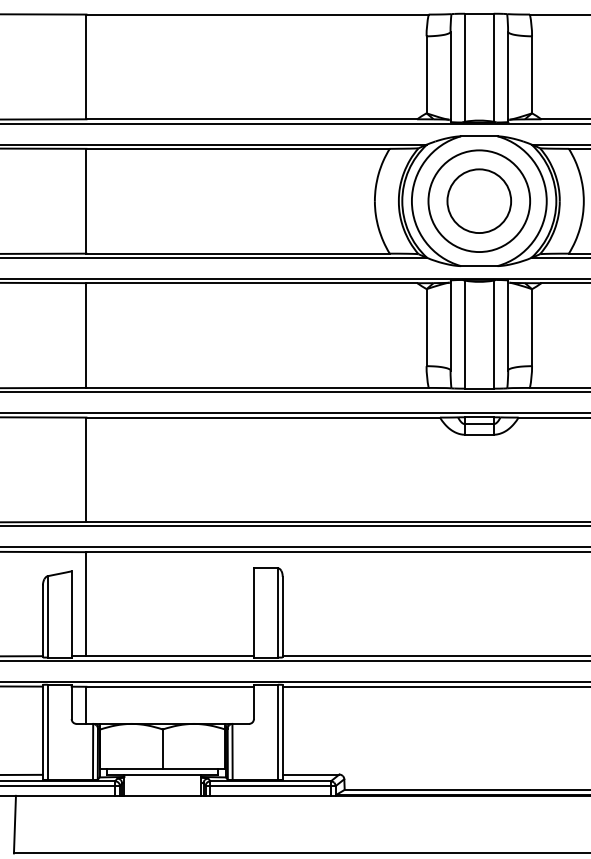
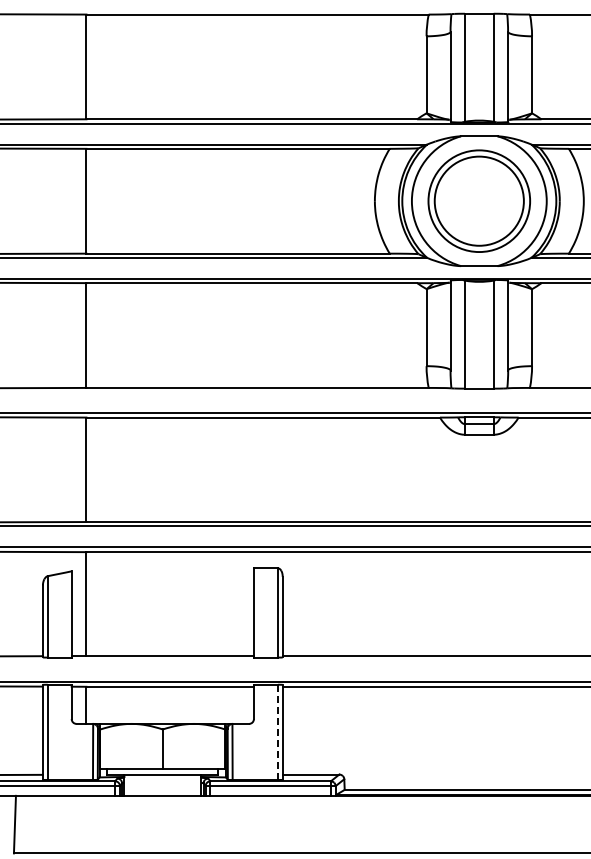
circle at (479, 201) diameter: 64 px -> 89 px
line at (294, 392): present -> none
line at (294, 660): present -> none
line at (277, 732): solid -> dashed
